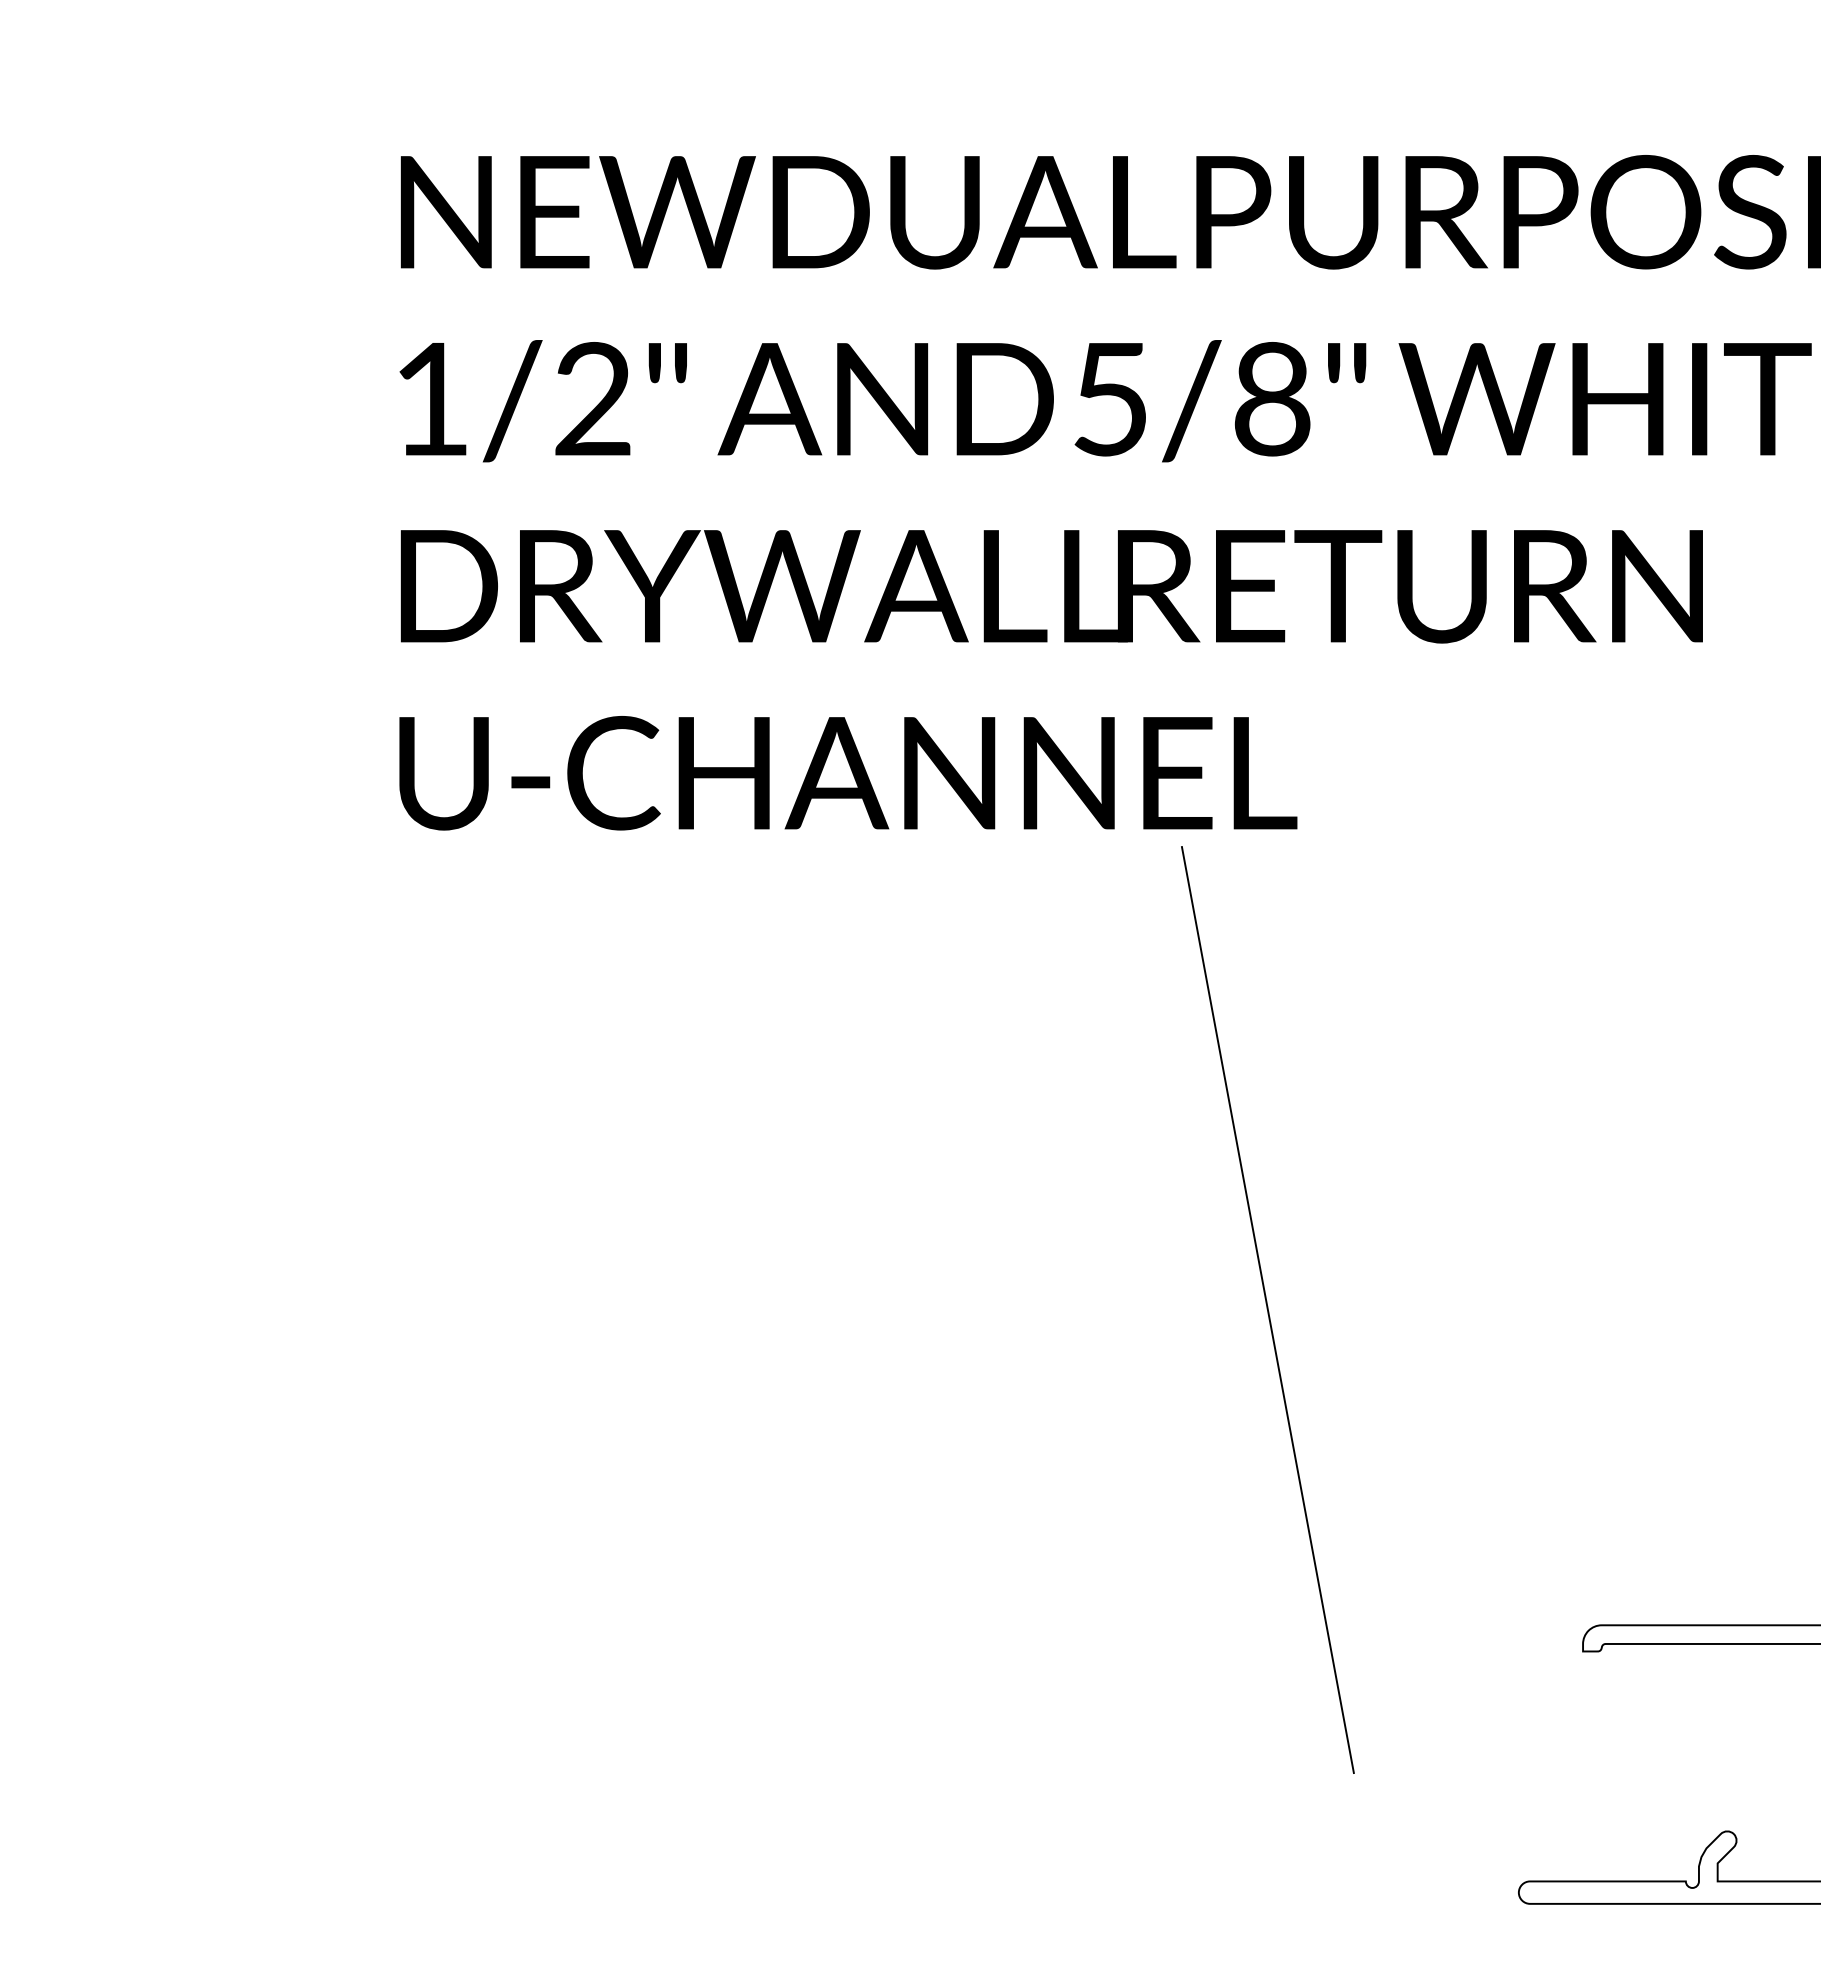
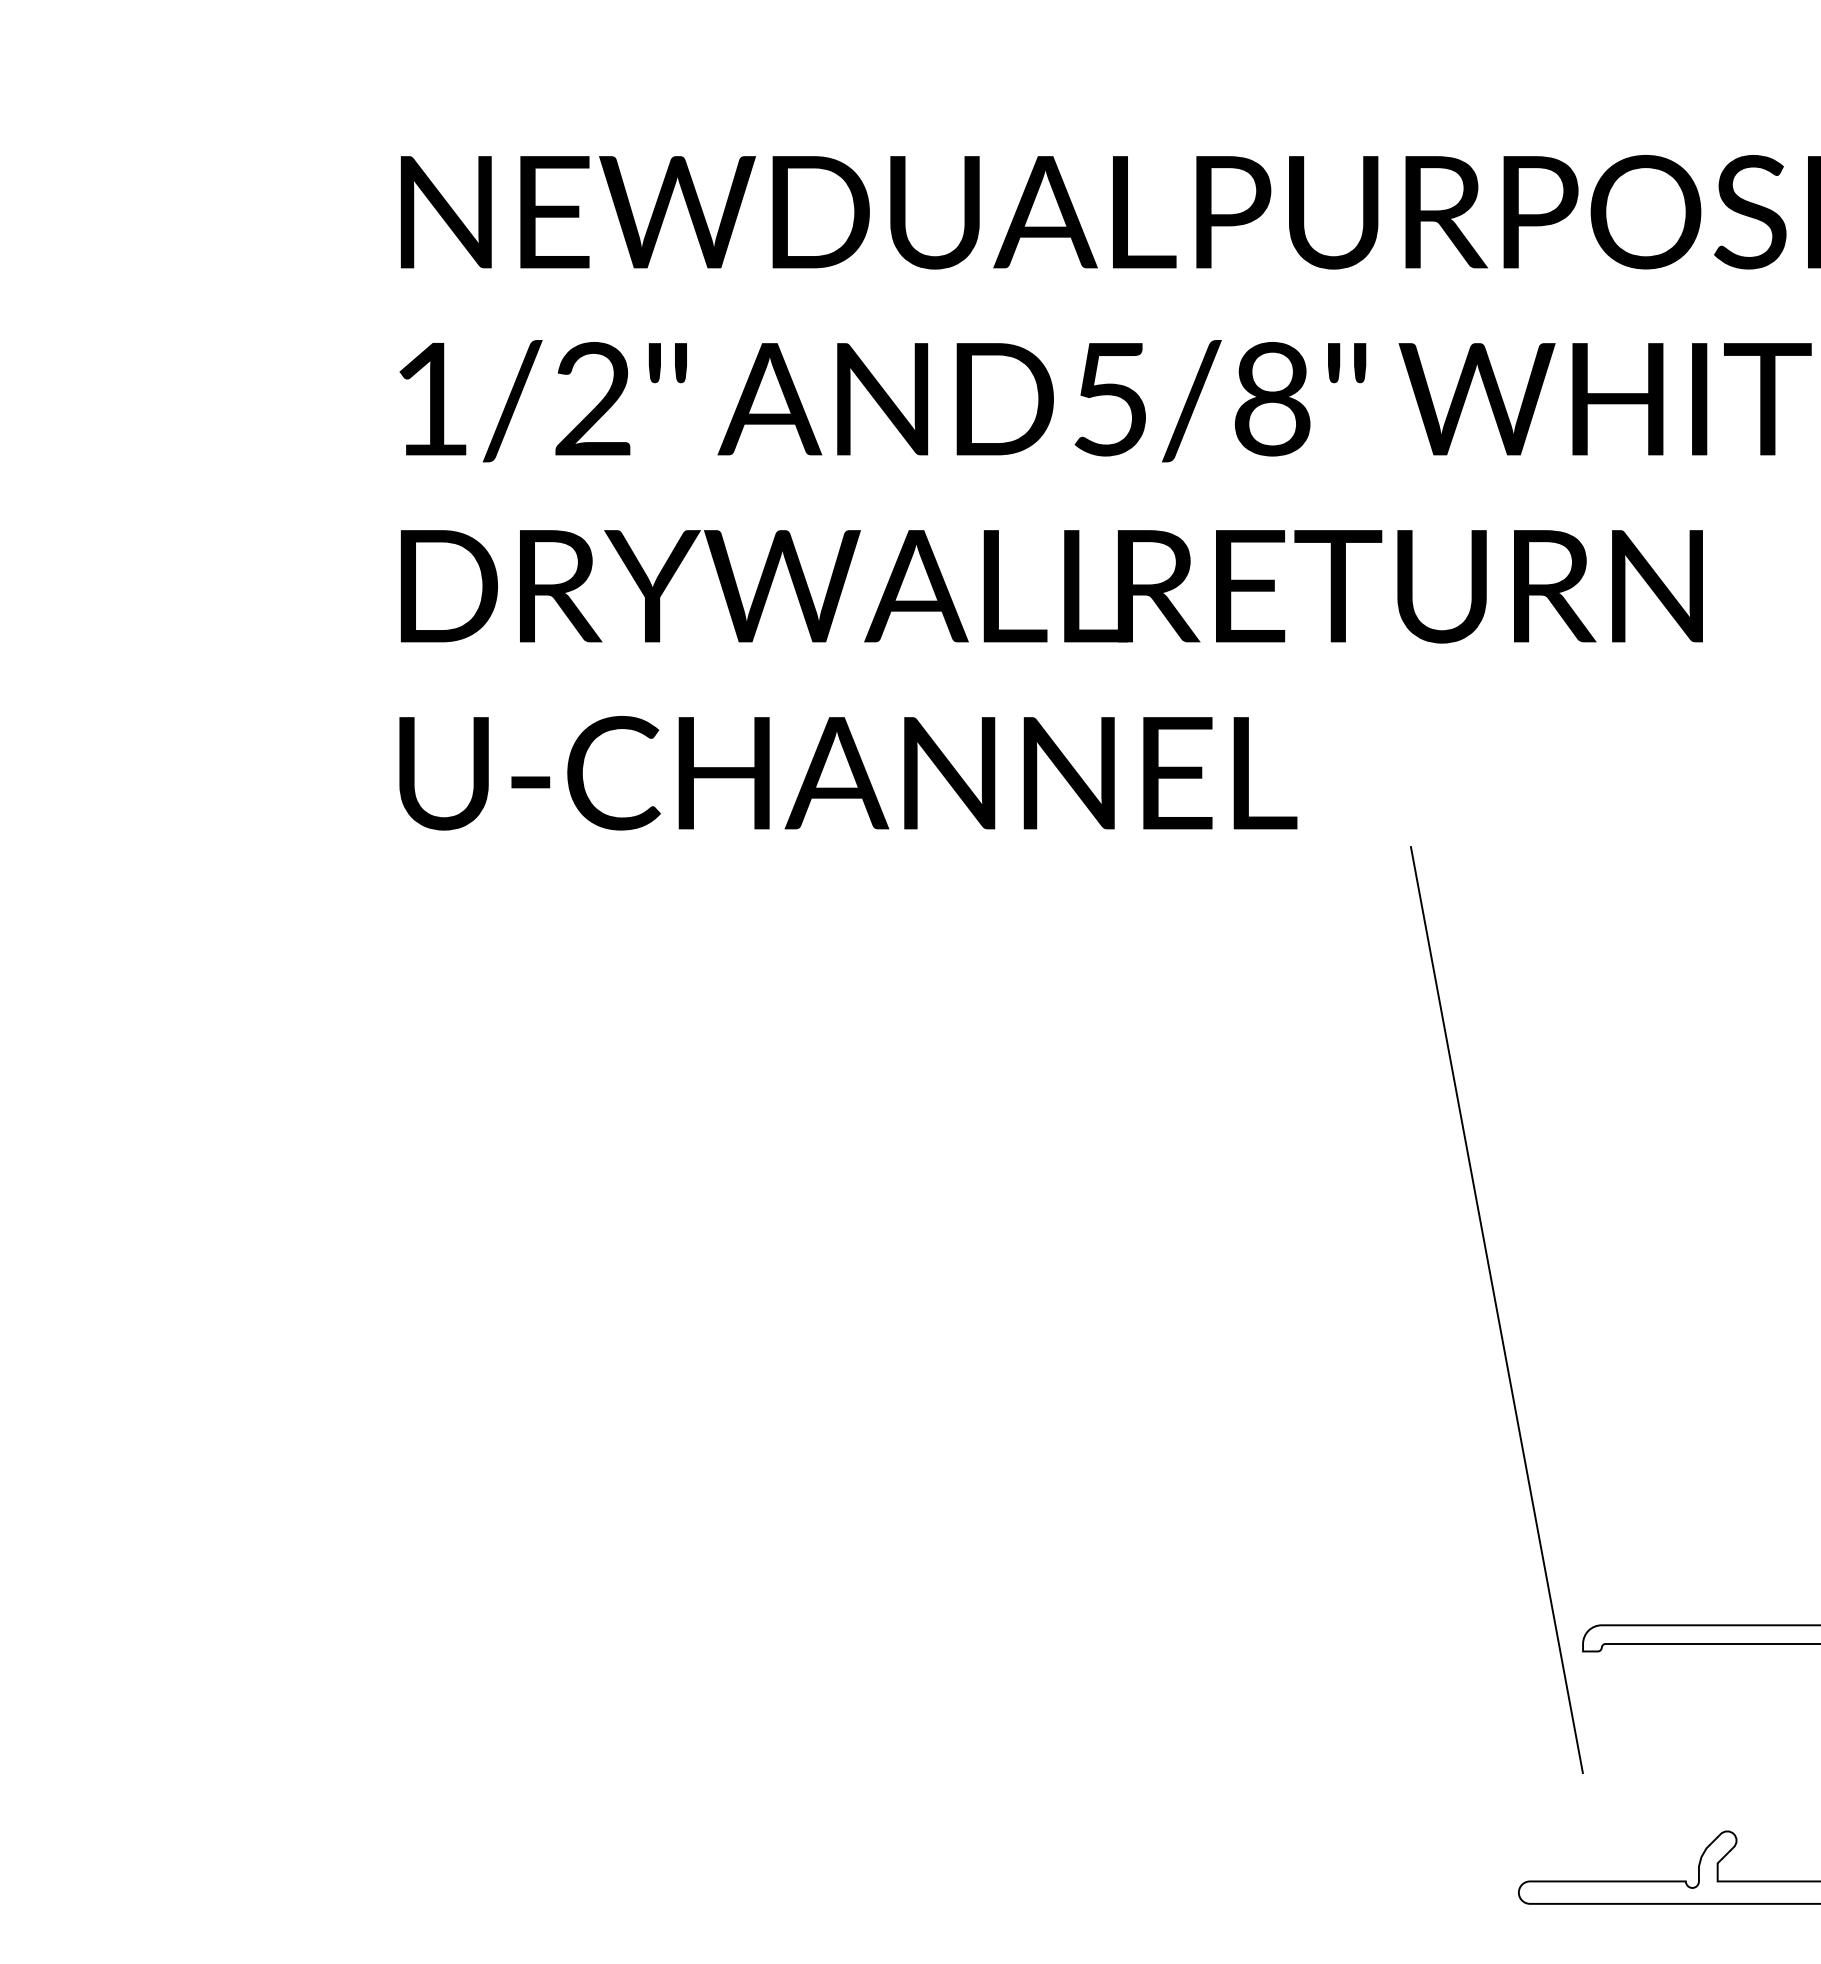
line at (1267, 1309) position: (1267, 1309) -> (1496, 1309)
